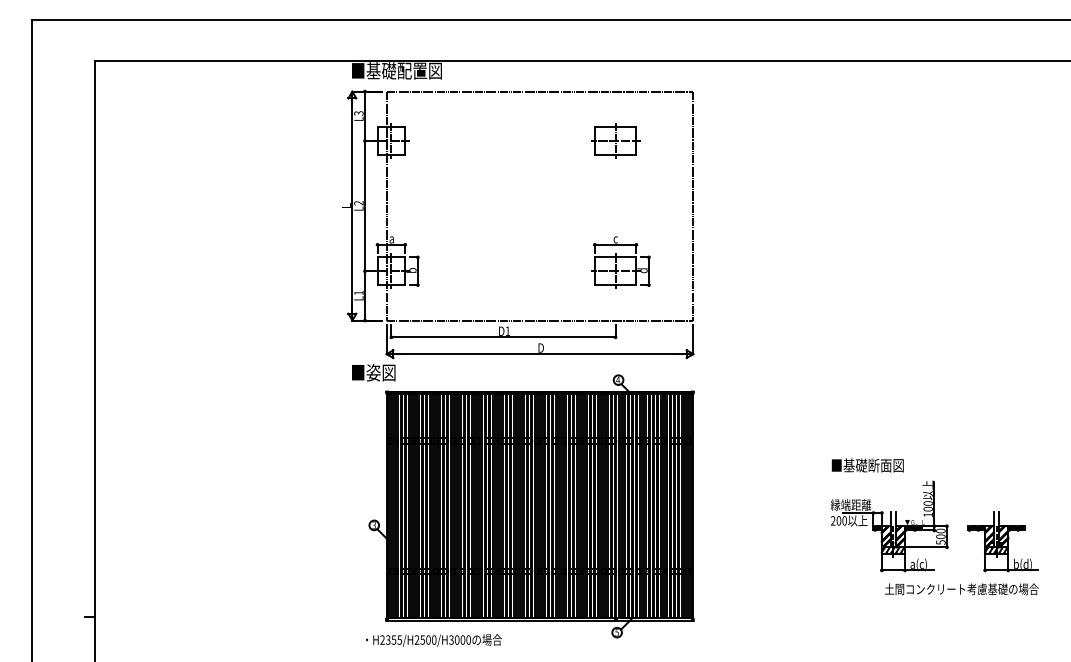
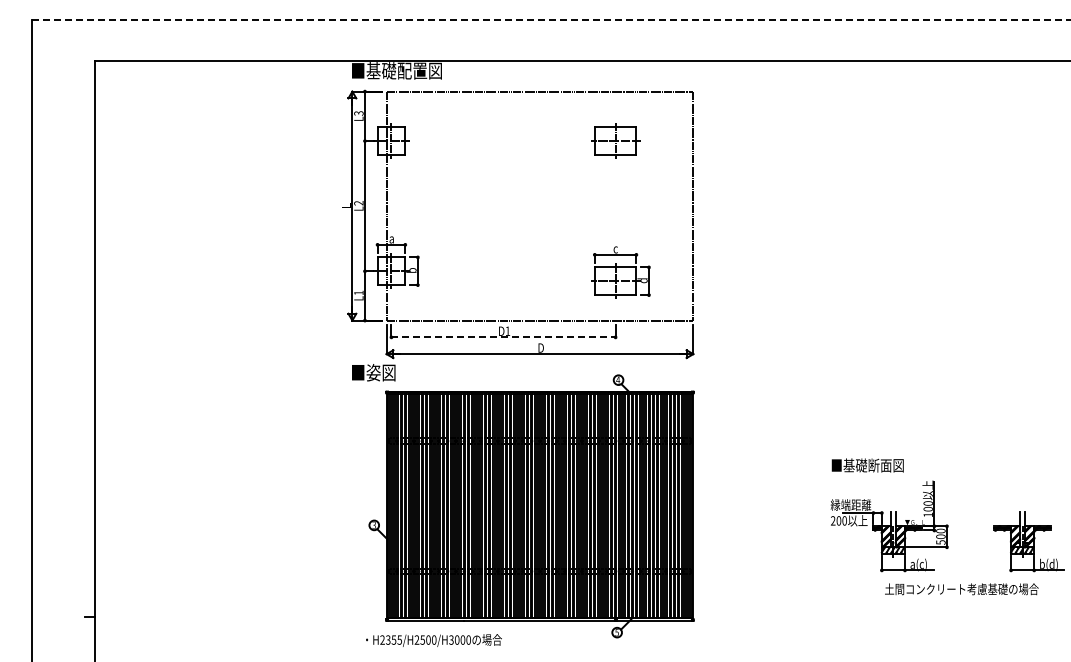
line at (550, 19): solid -> dashed
part at (620, 262) position: (620, 262) -> (620, 272)
line at (504, 337): solid -> dashed
part at (1002, 541) position: (1002, 541) -> (1028, 541)
